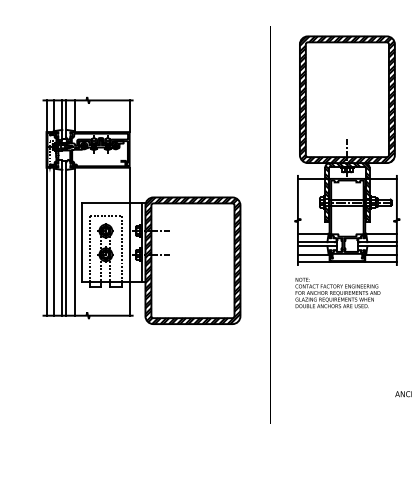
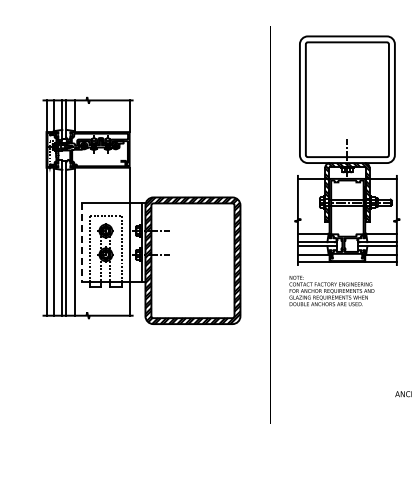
hatch at (346, 99): present -> none
line at (82, 242): solid -> dashed
text at (337, 292) position: (337, 292) -> (331, 290)
